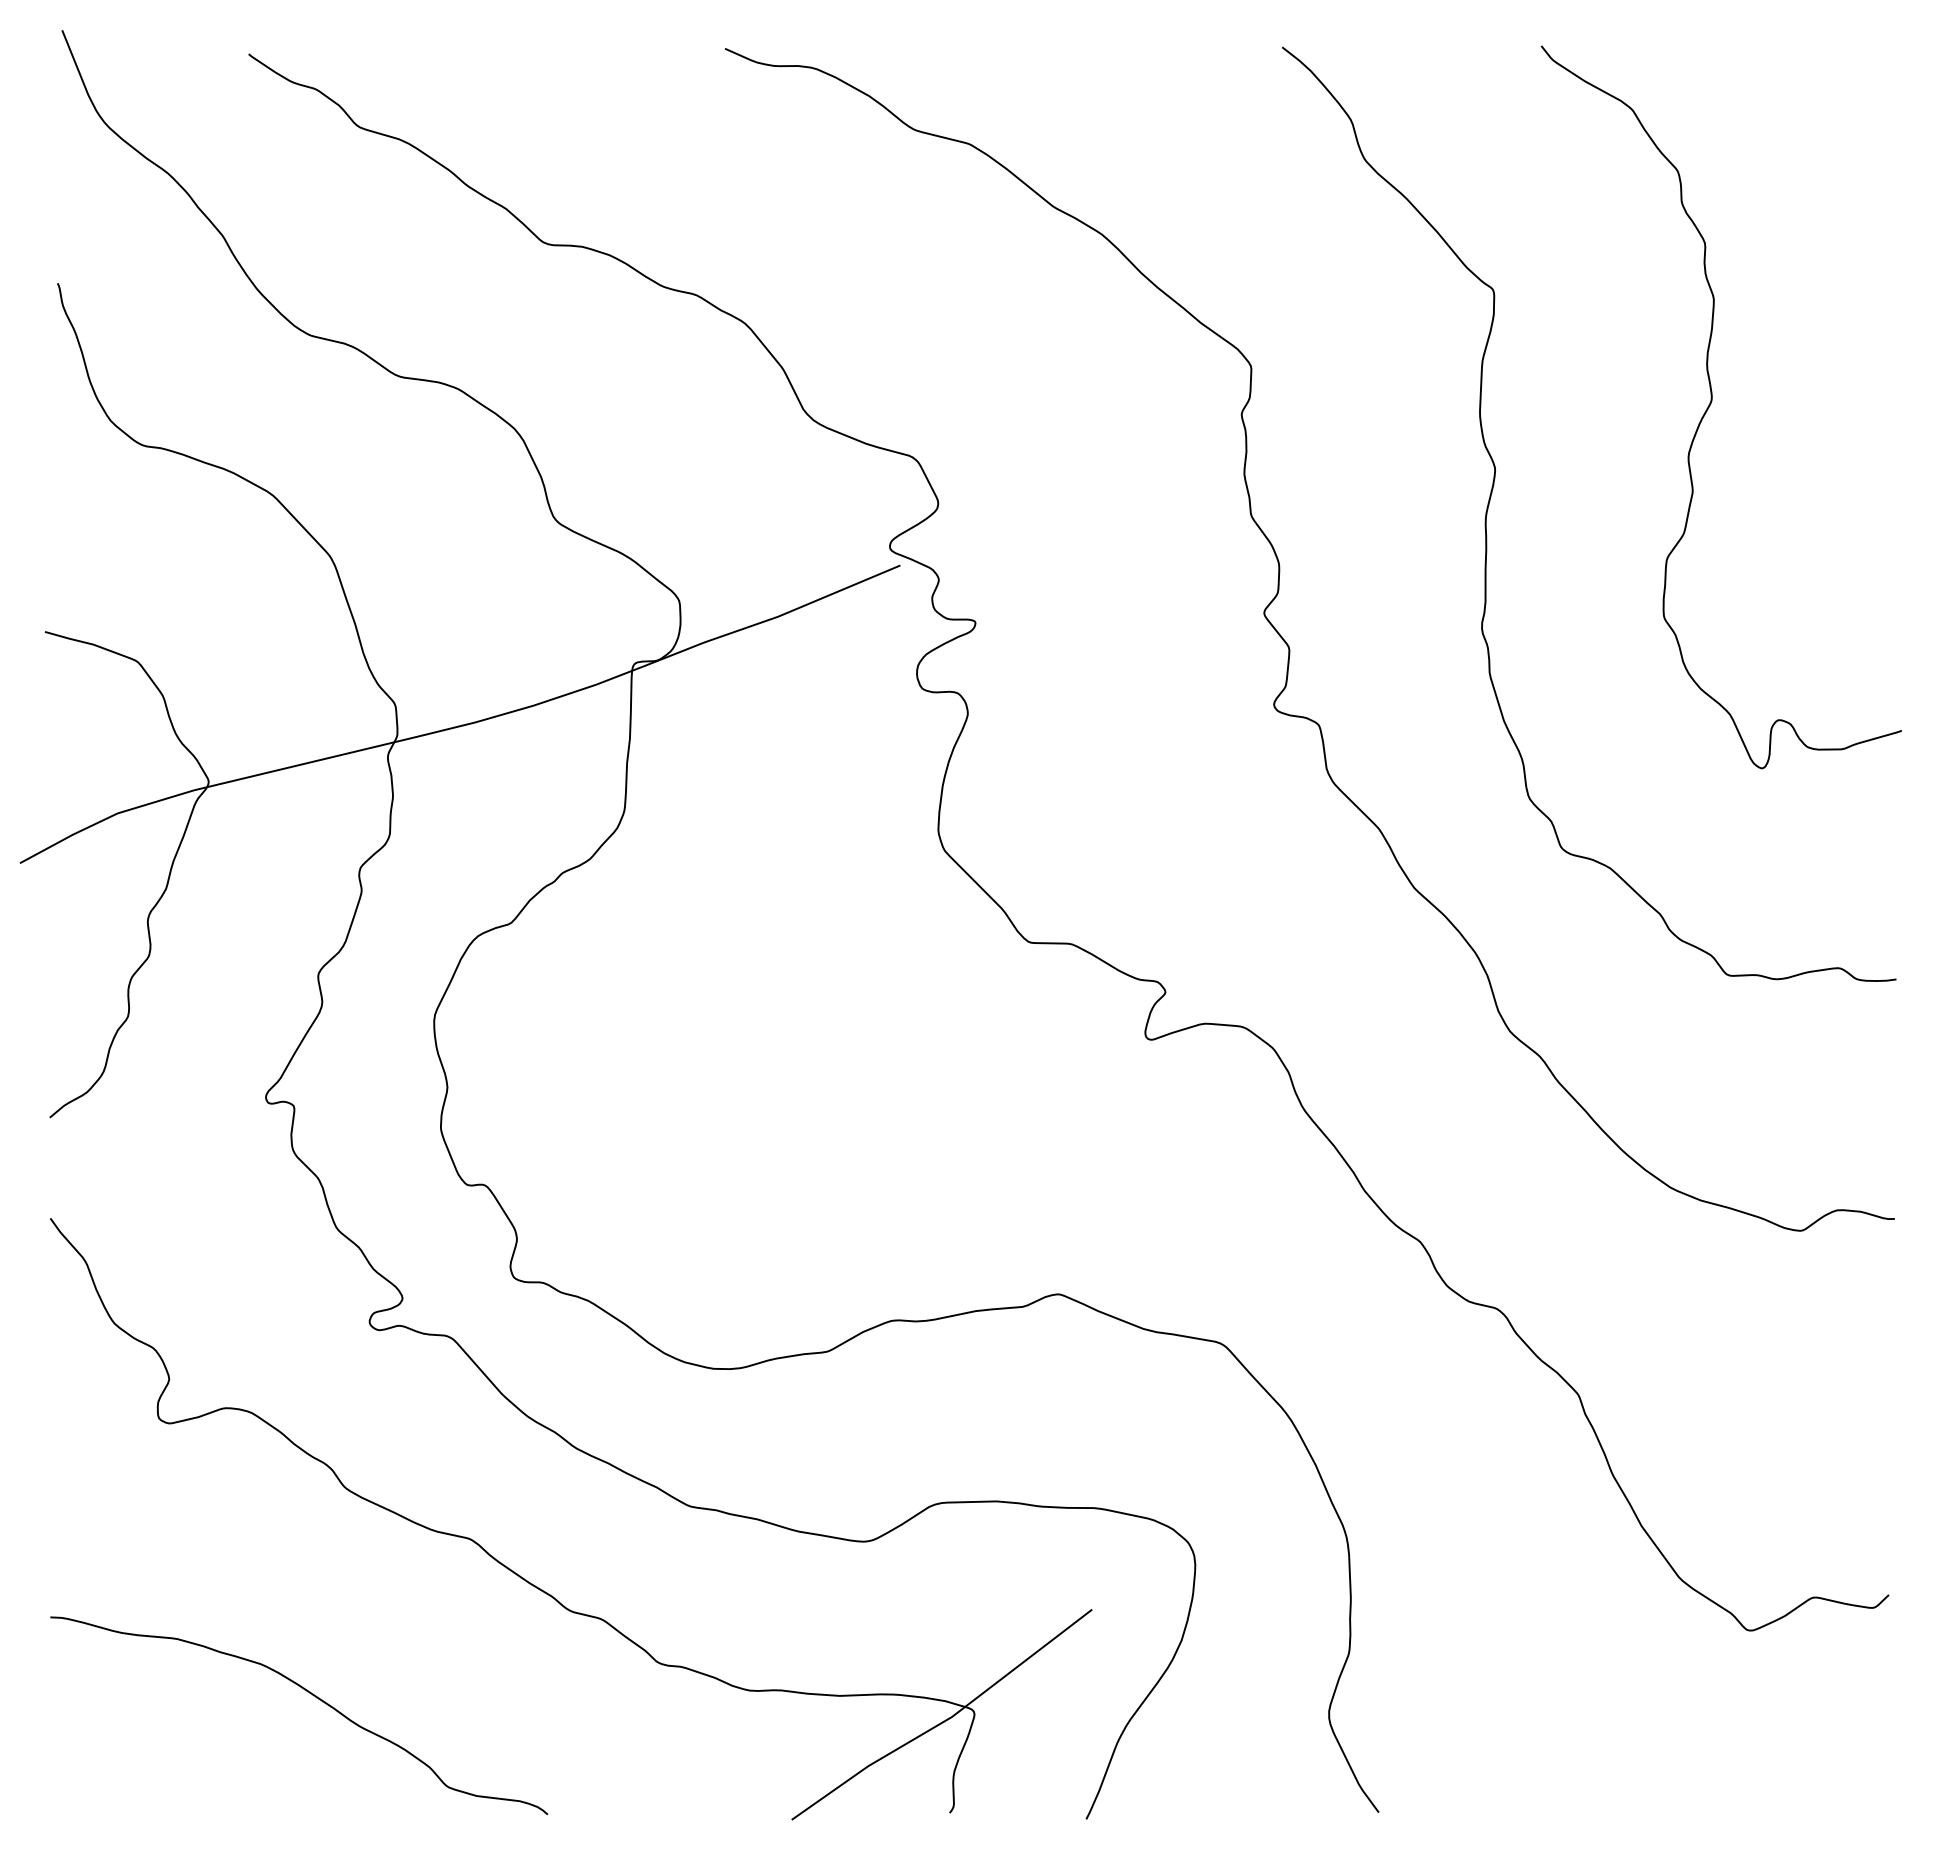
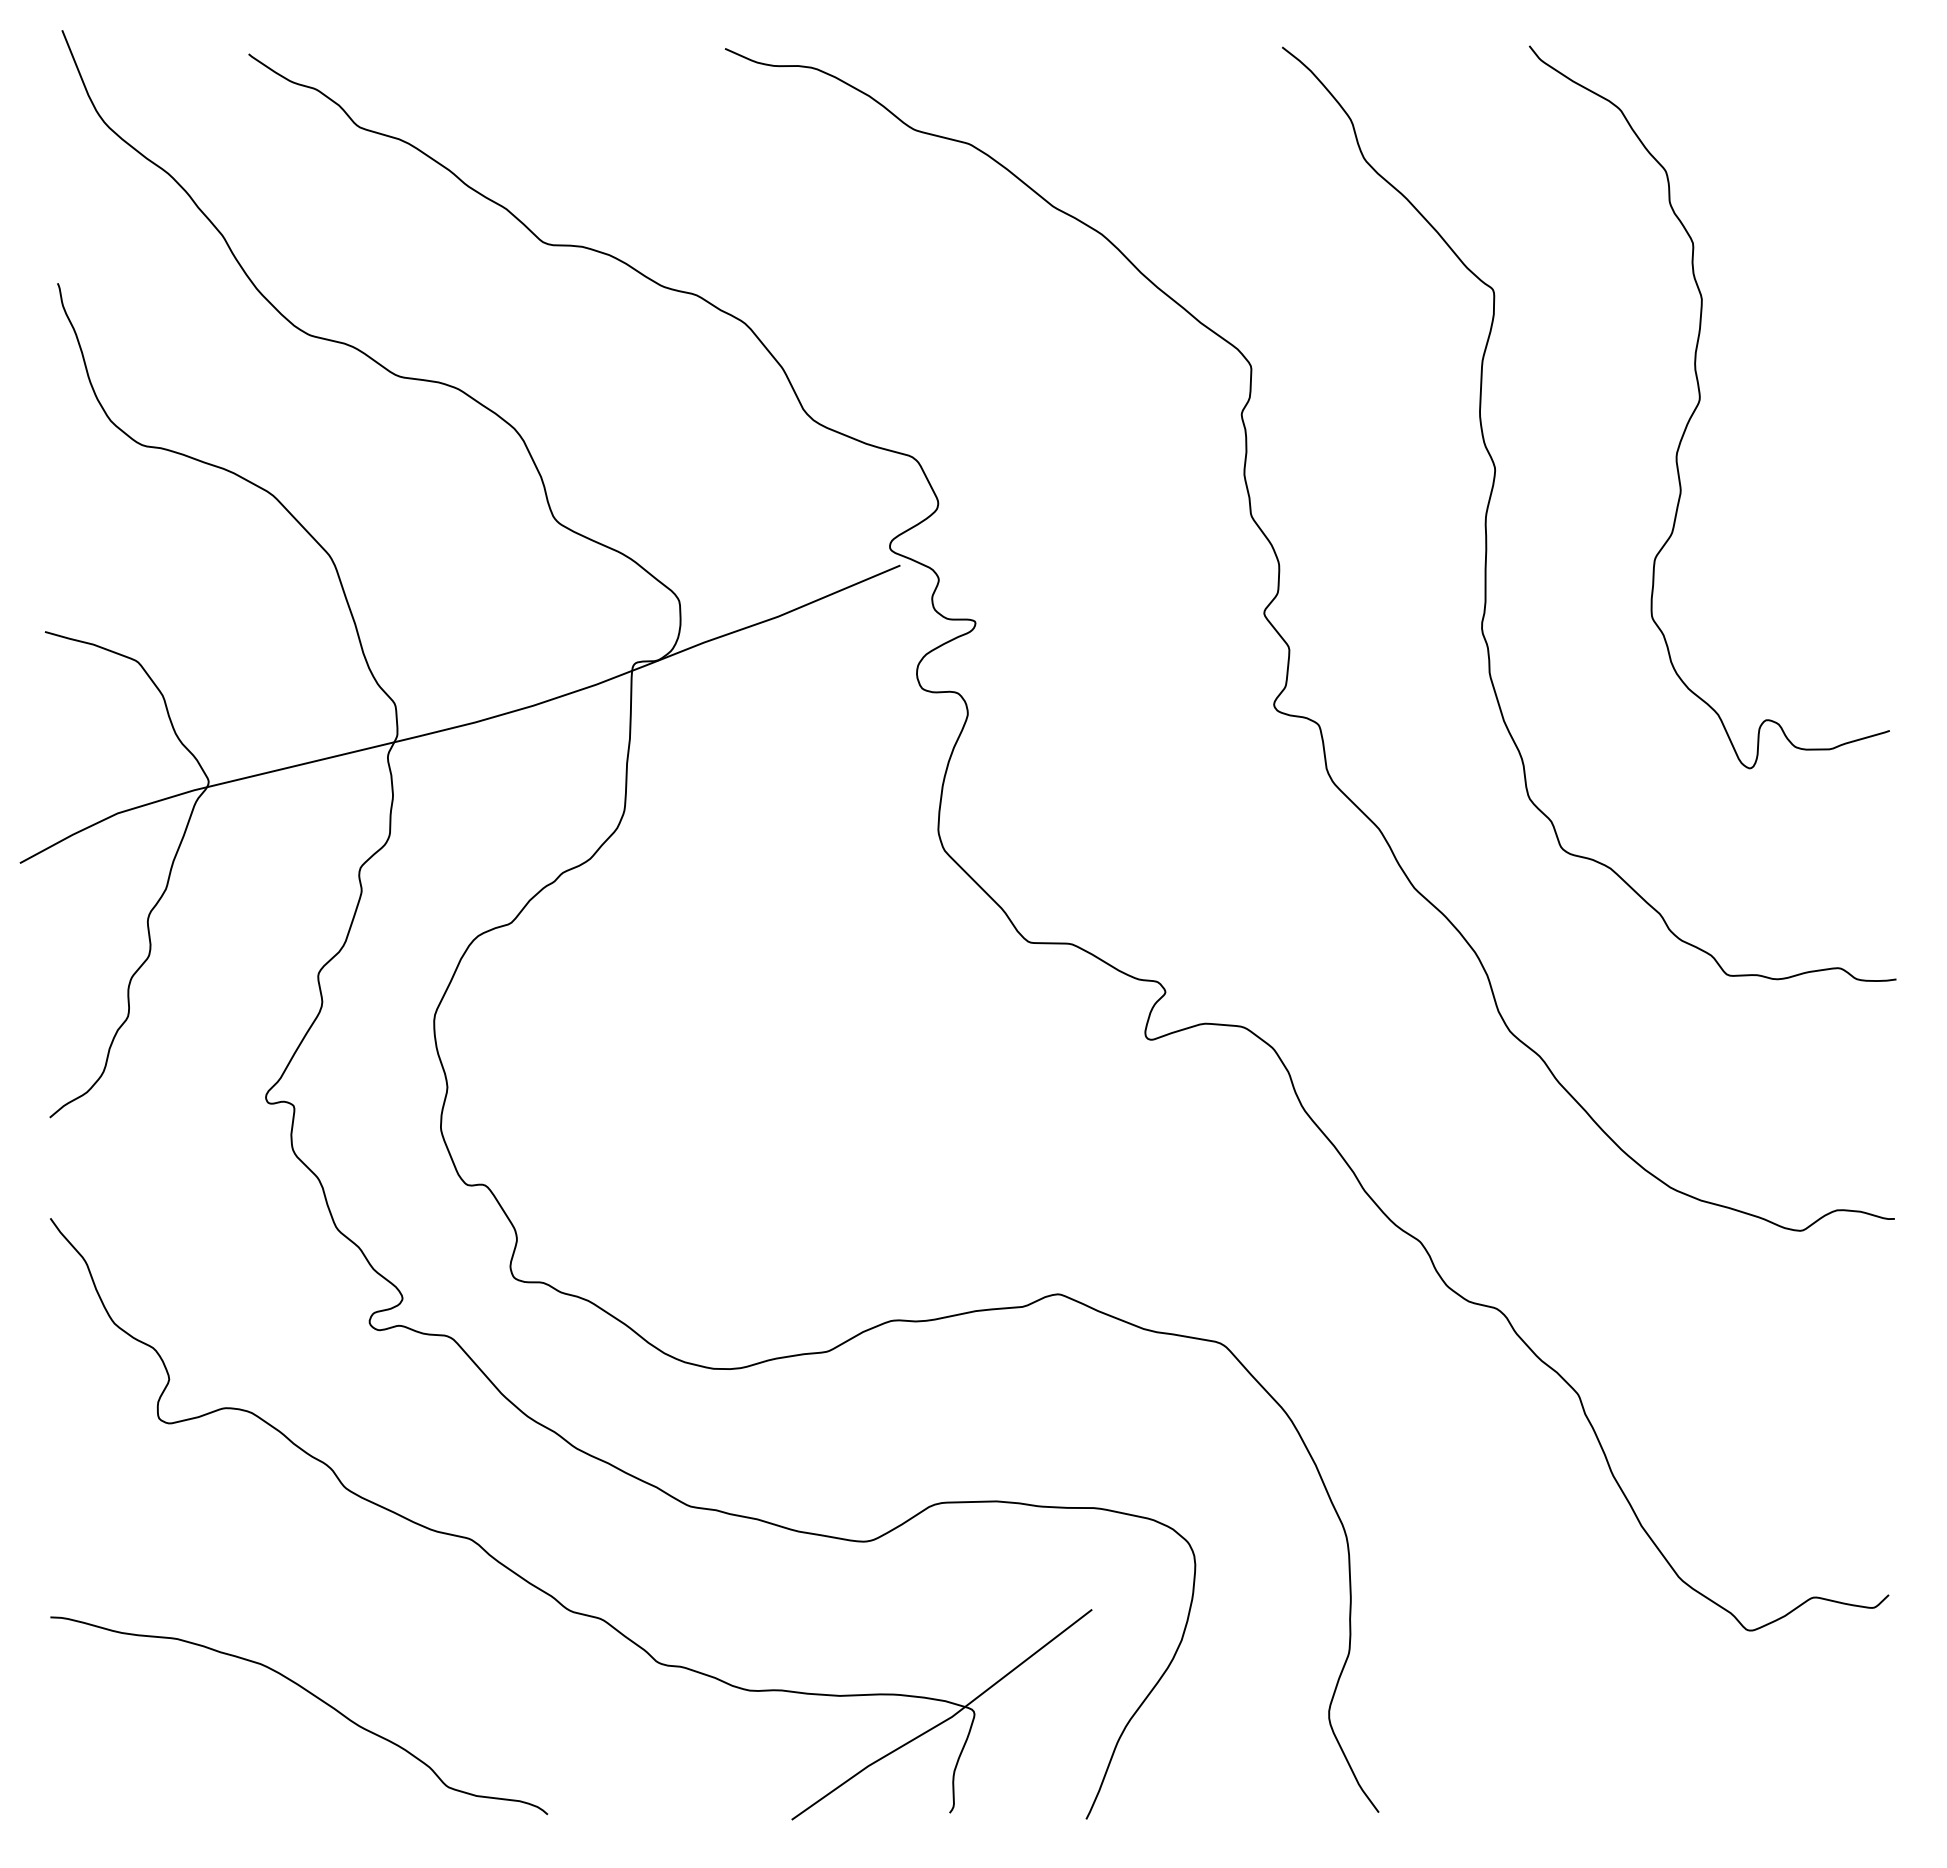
curve at (1711, 403) position: (1711, 403) -> (1699, 403)
